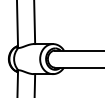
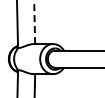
line at (34, 22): solid -> dashed
